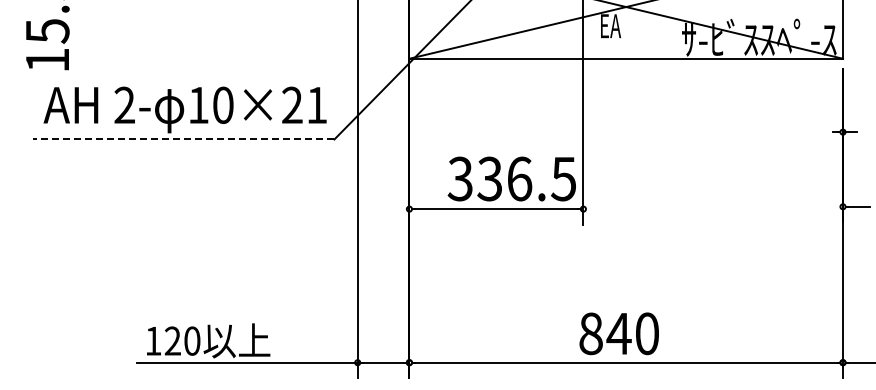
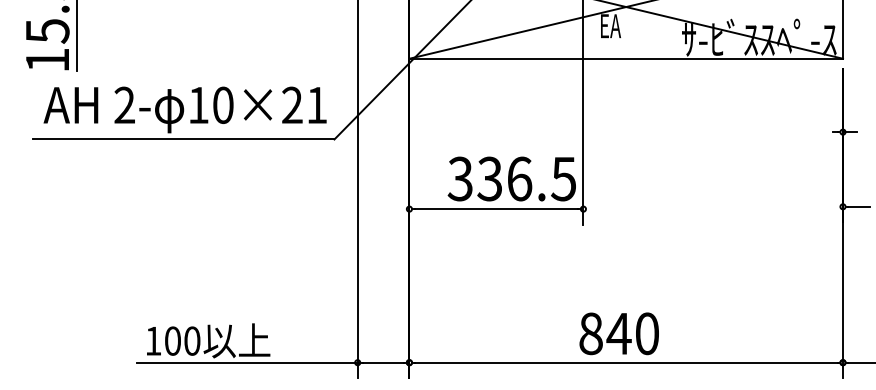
line at (77, 36): none -> present
line at (183, 139): dashed -> solid
text at (172, 340): 120 -> 100
